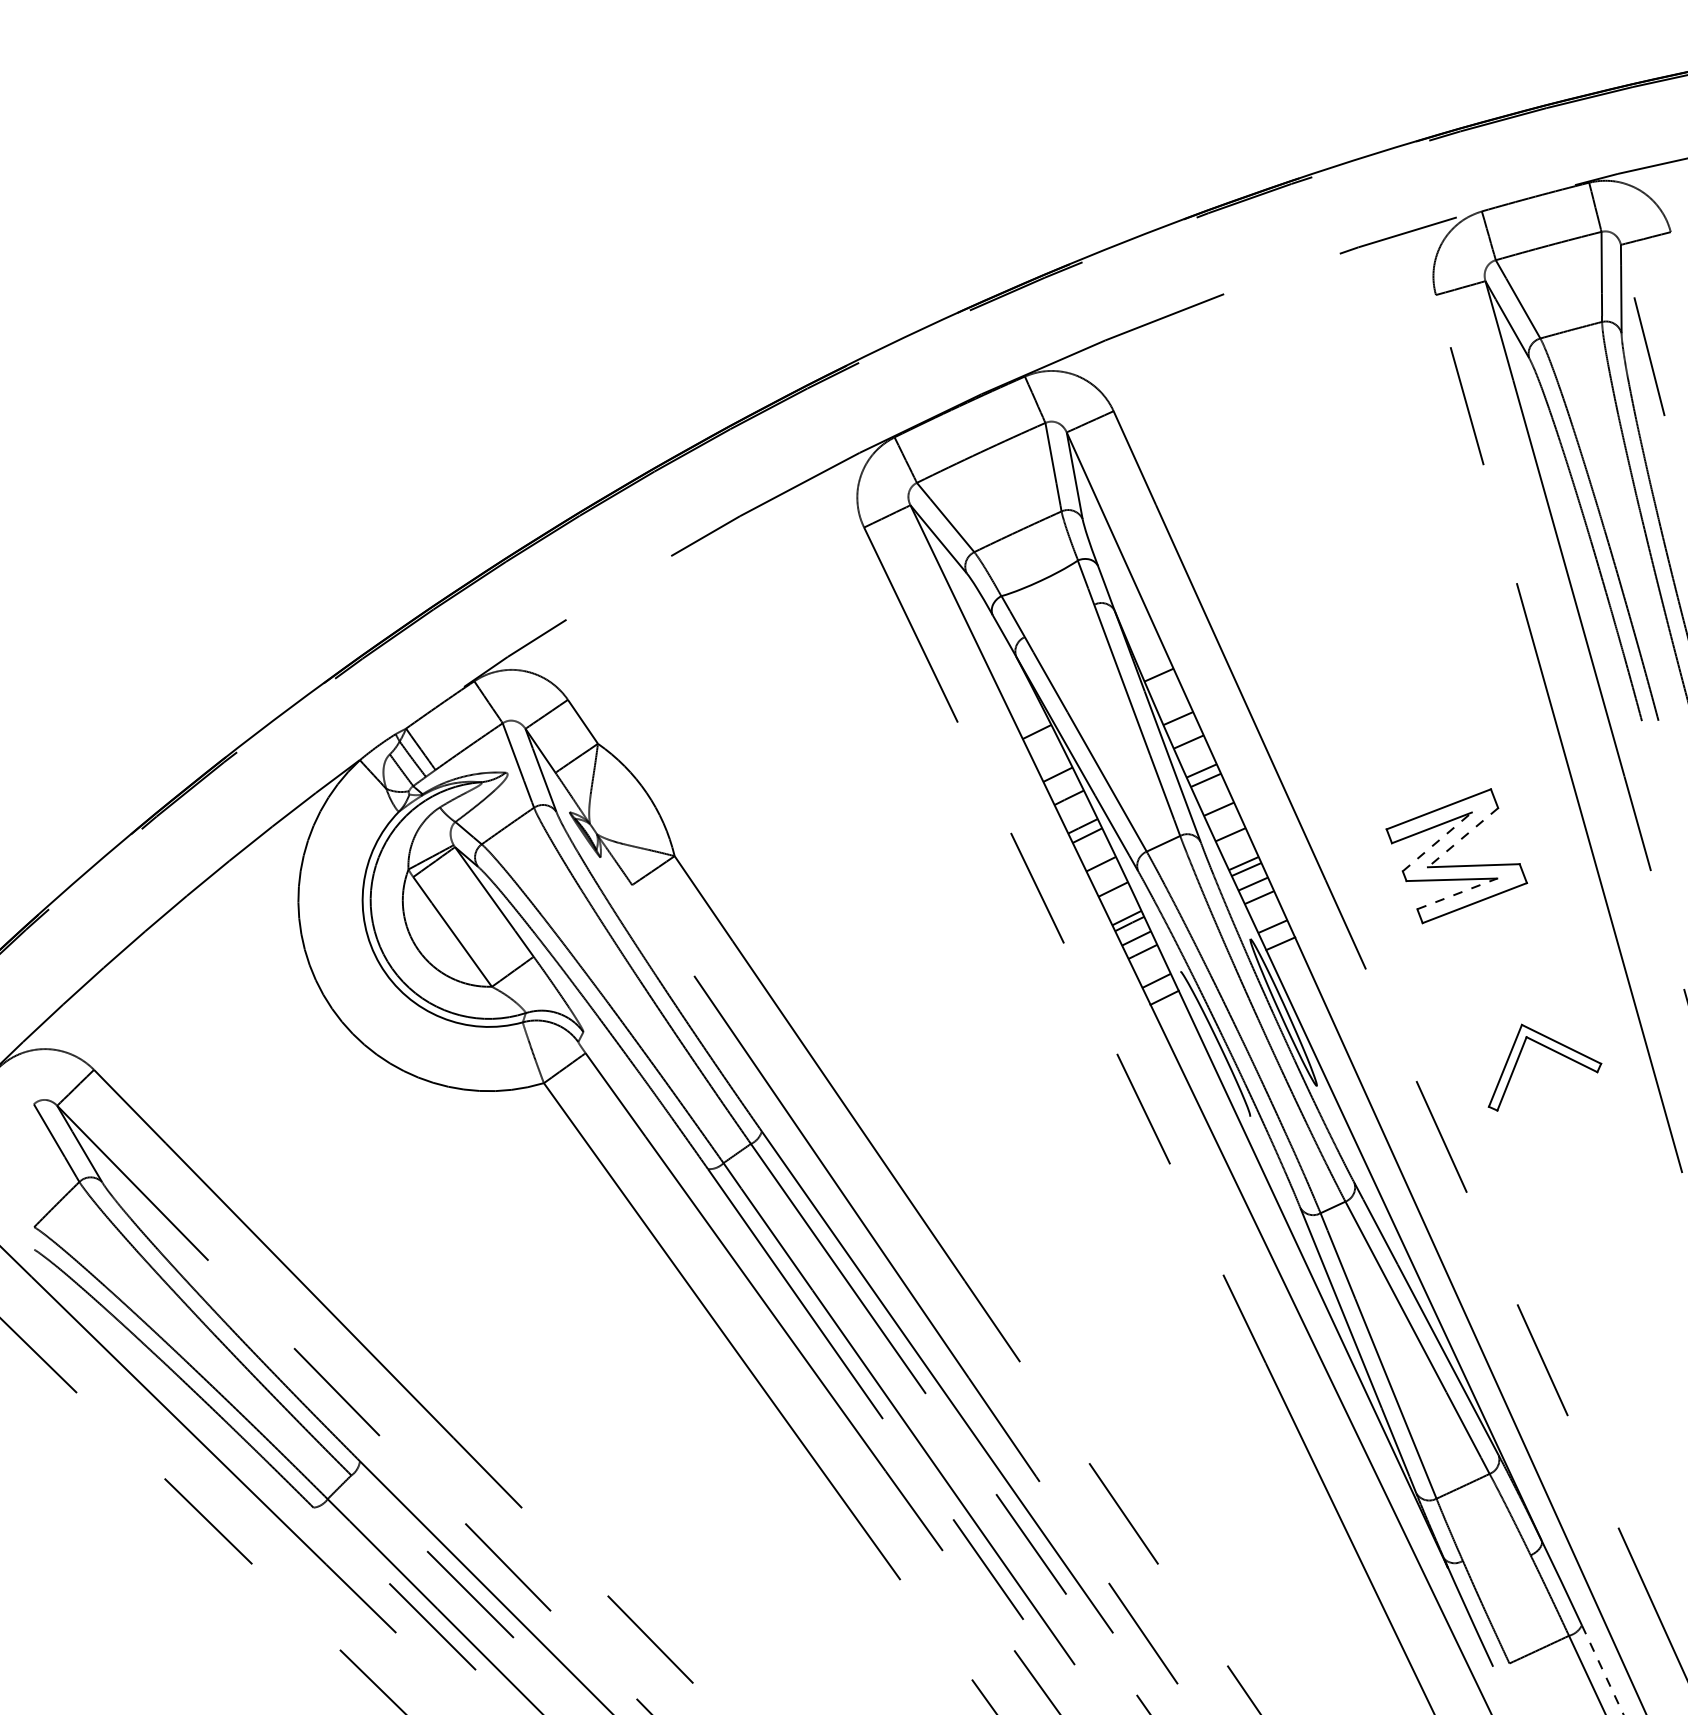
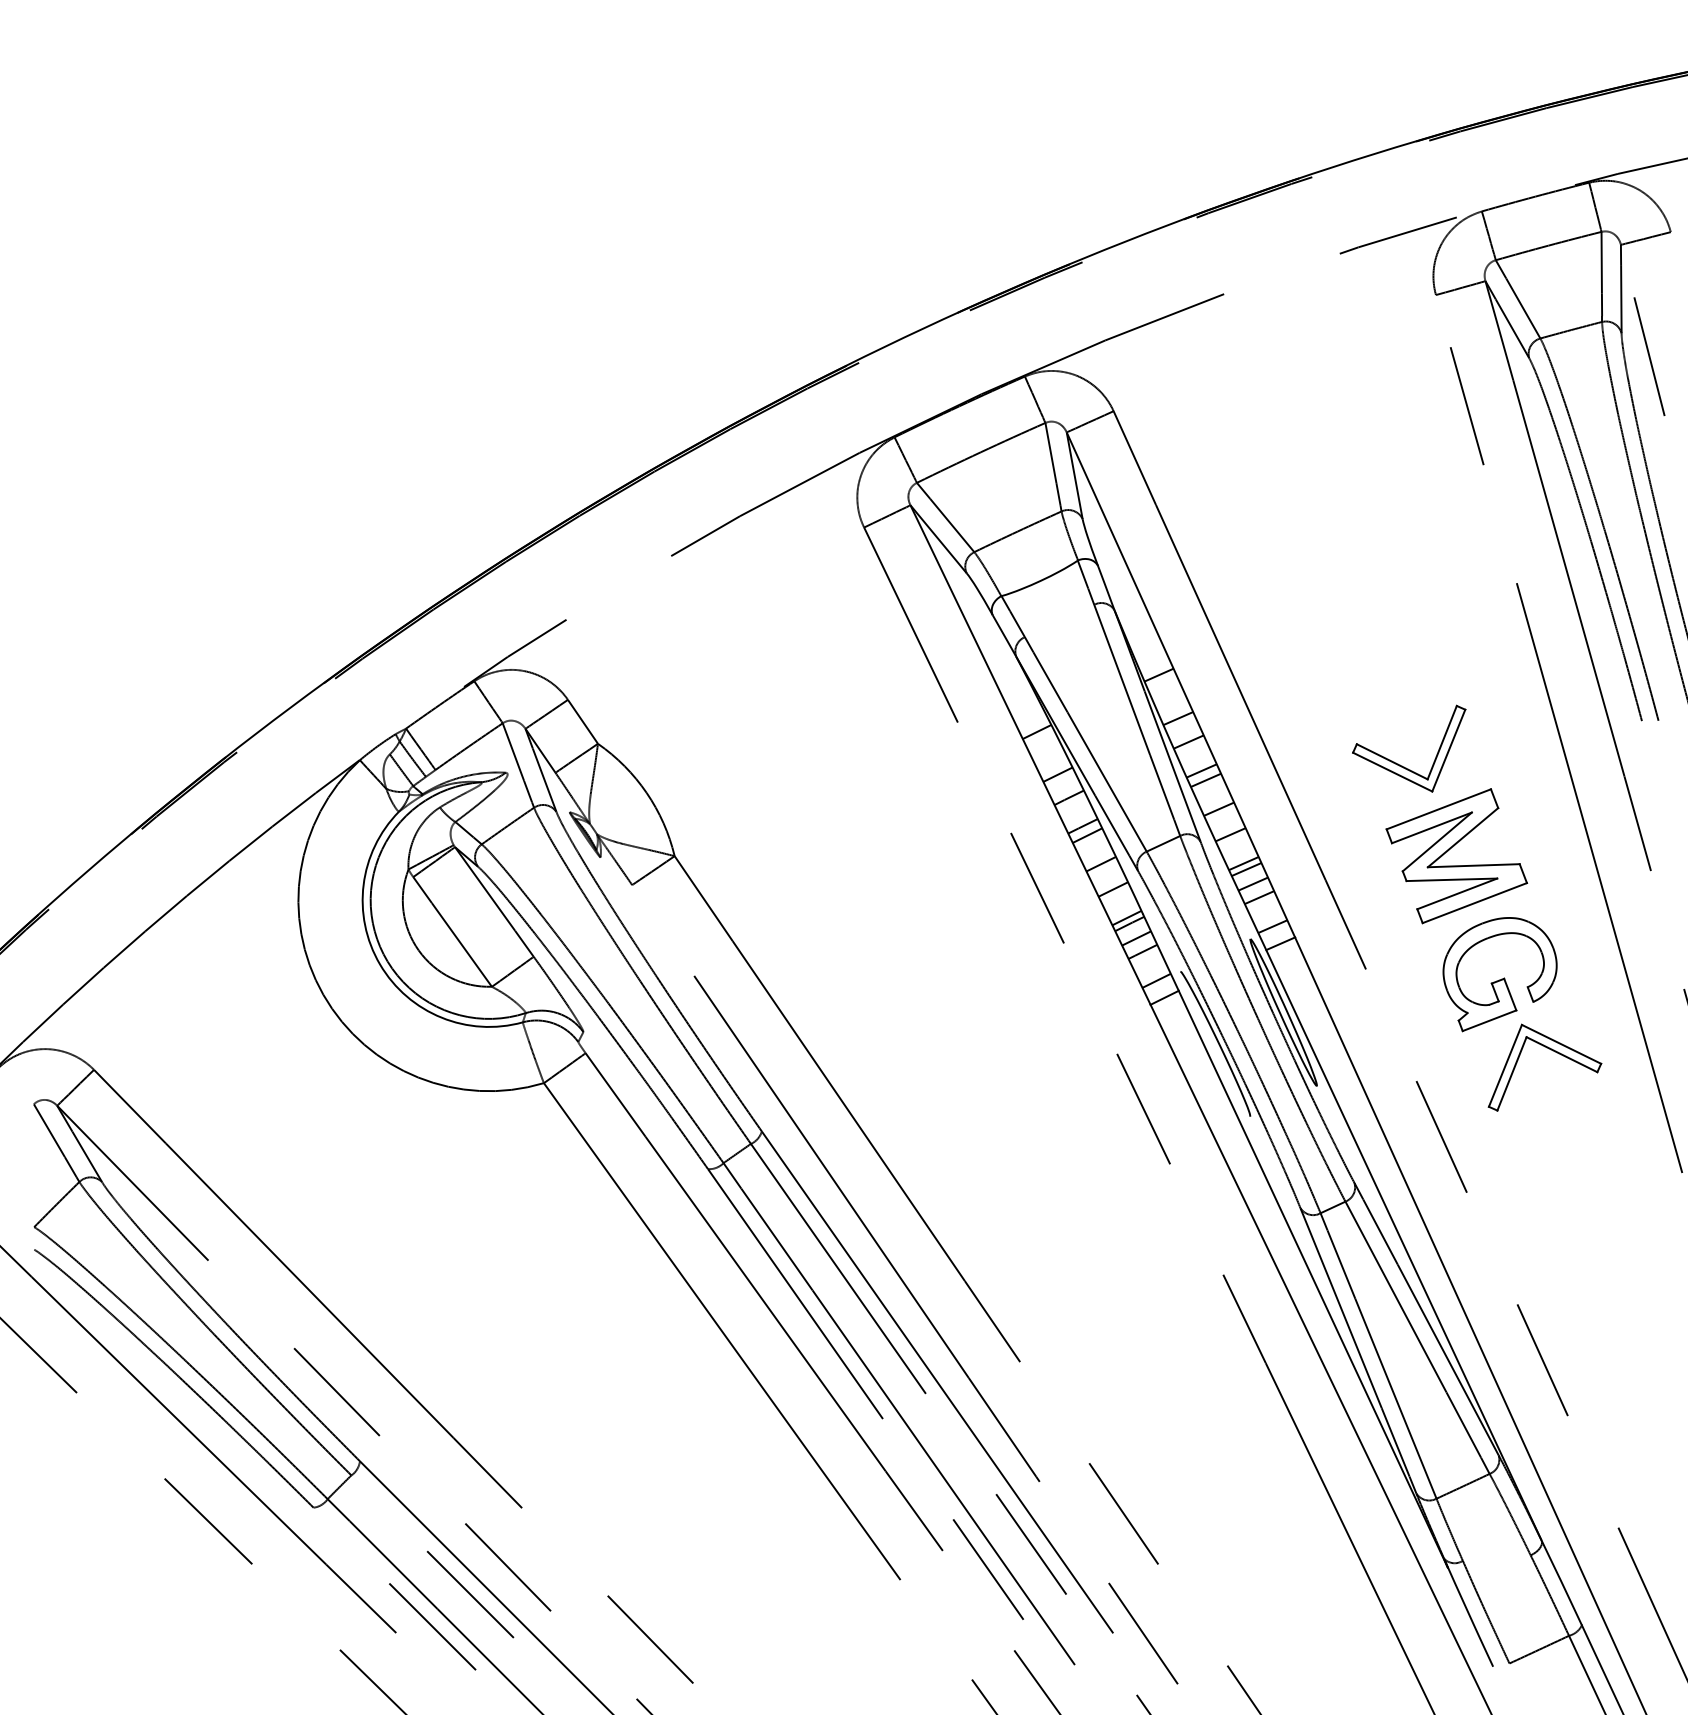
part at (1400, 764): none -> present
line at (1463, 837): dashed -> solid
line at (1437, 841): dashed -> solid
line at (1457, 893): dashed -> solid
part at (1499, 974): none -> present
line at (1602, 1670): dashed -> solid
